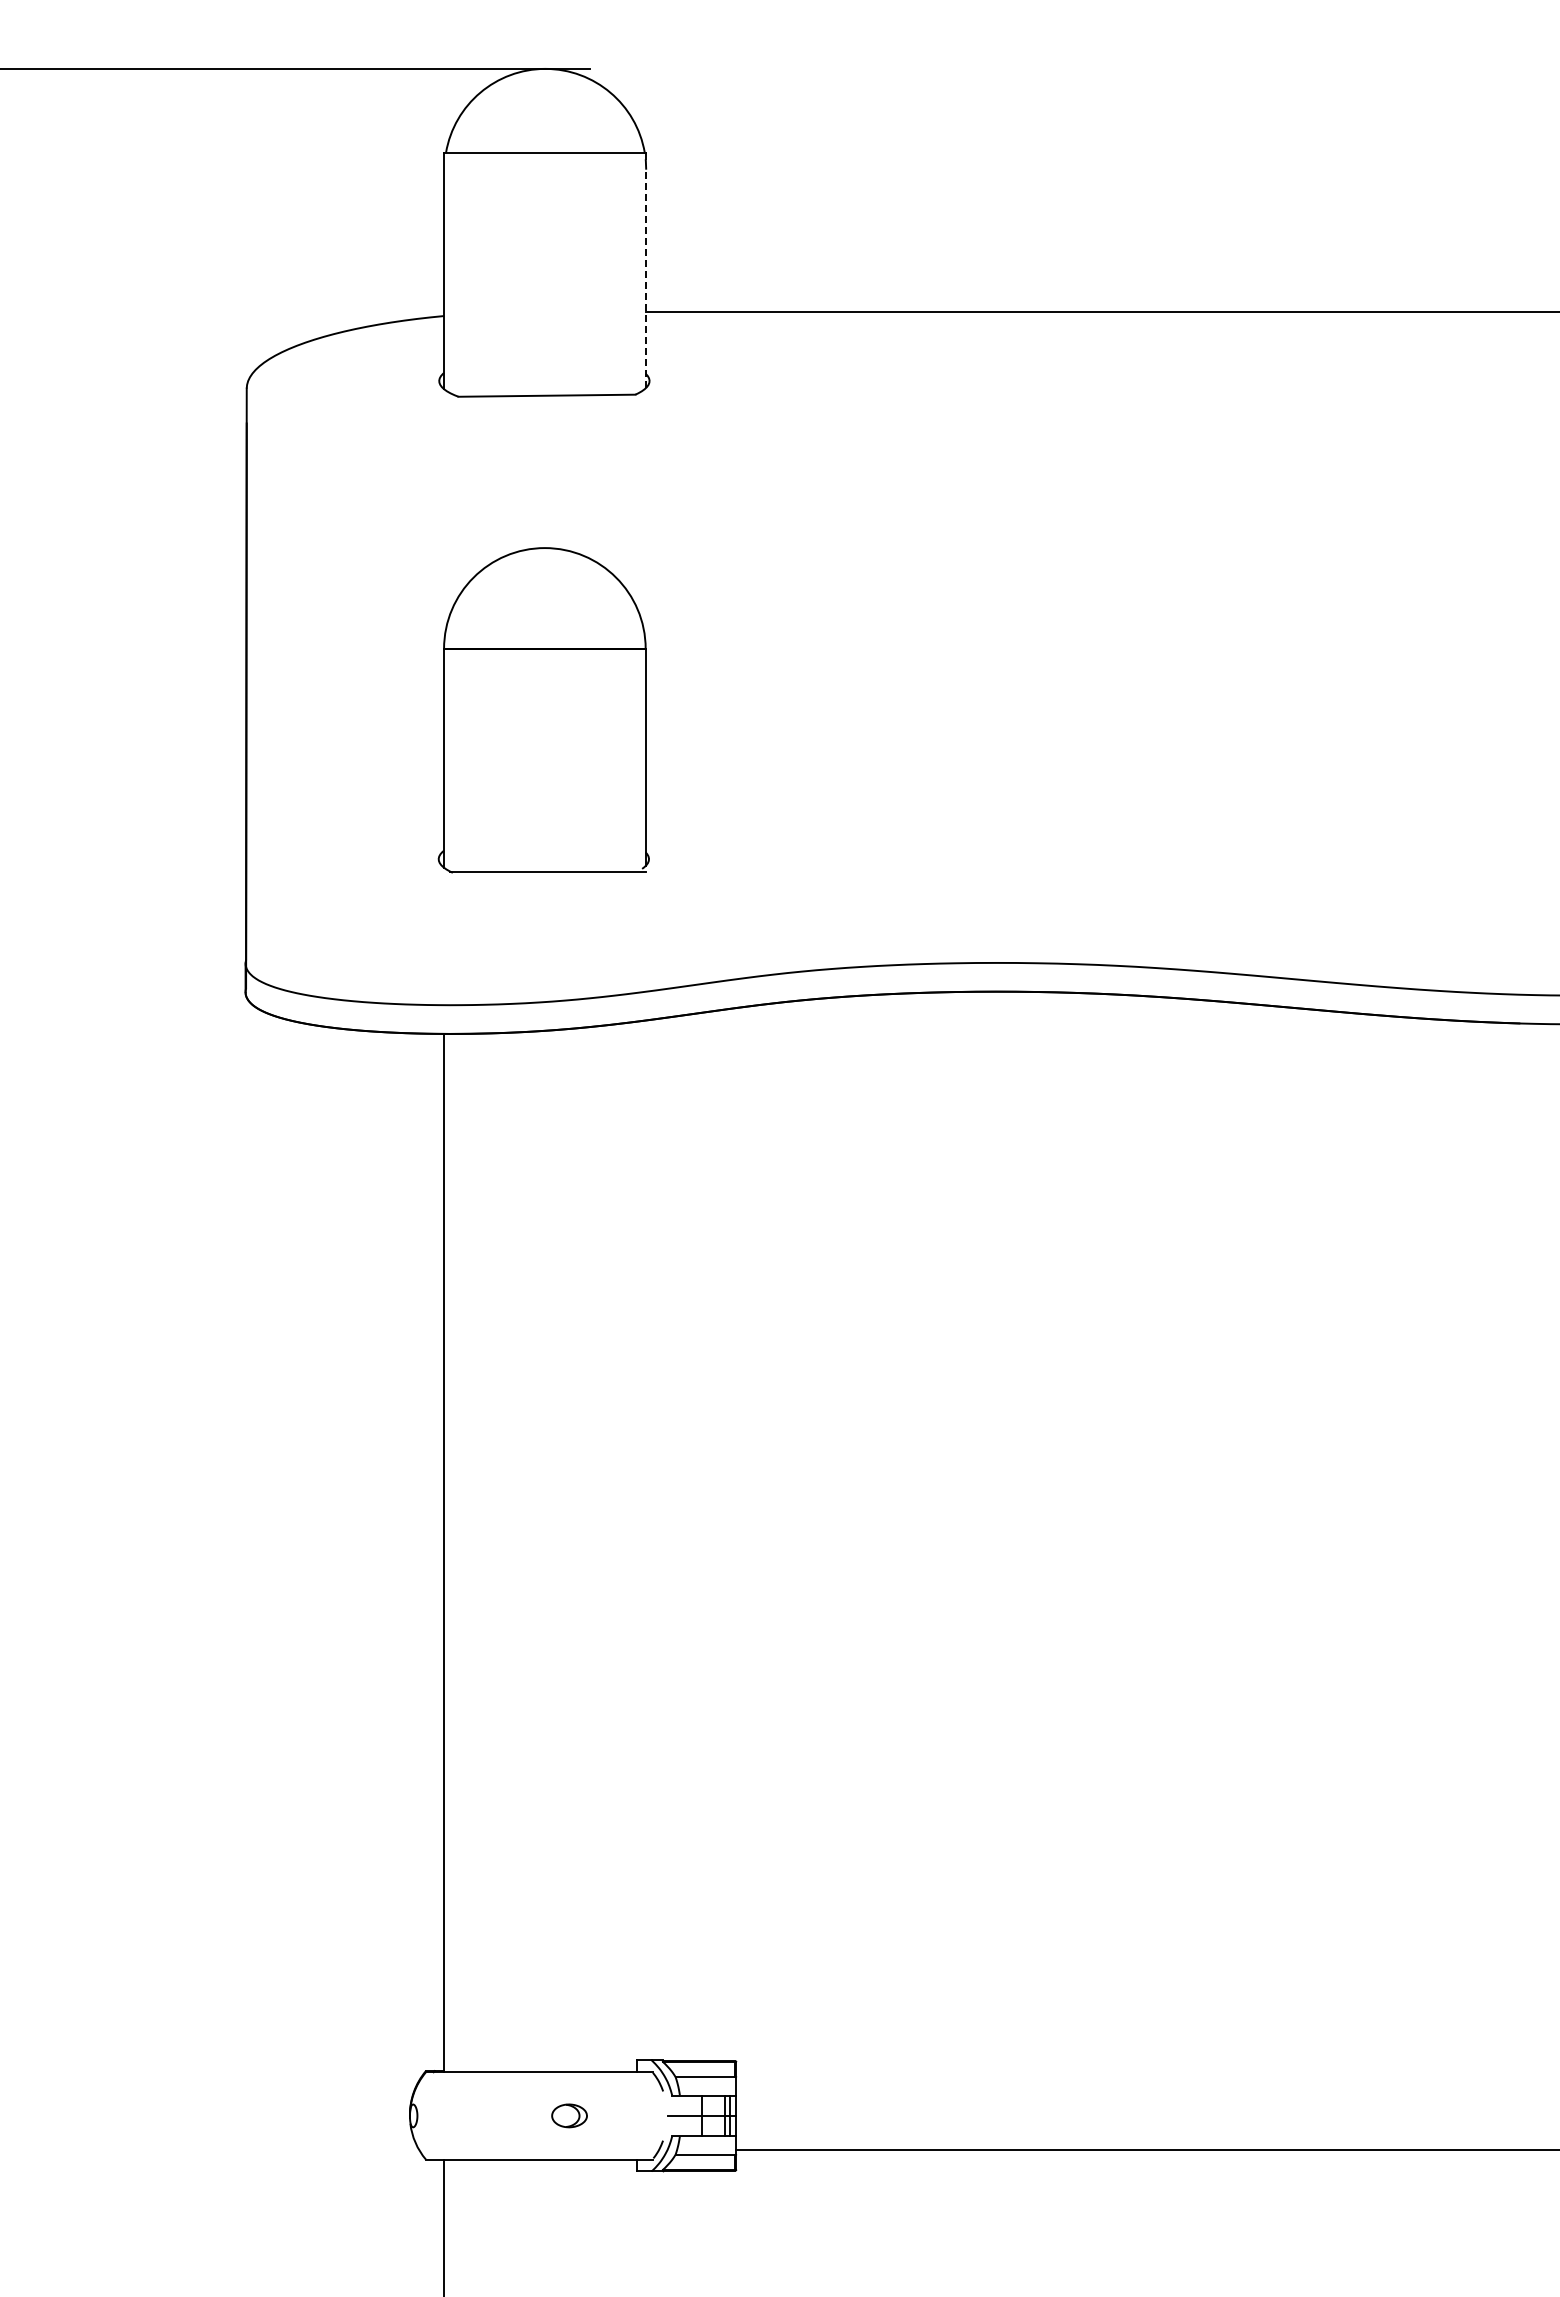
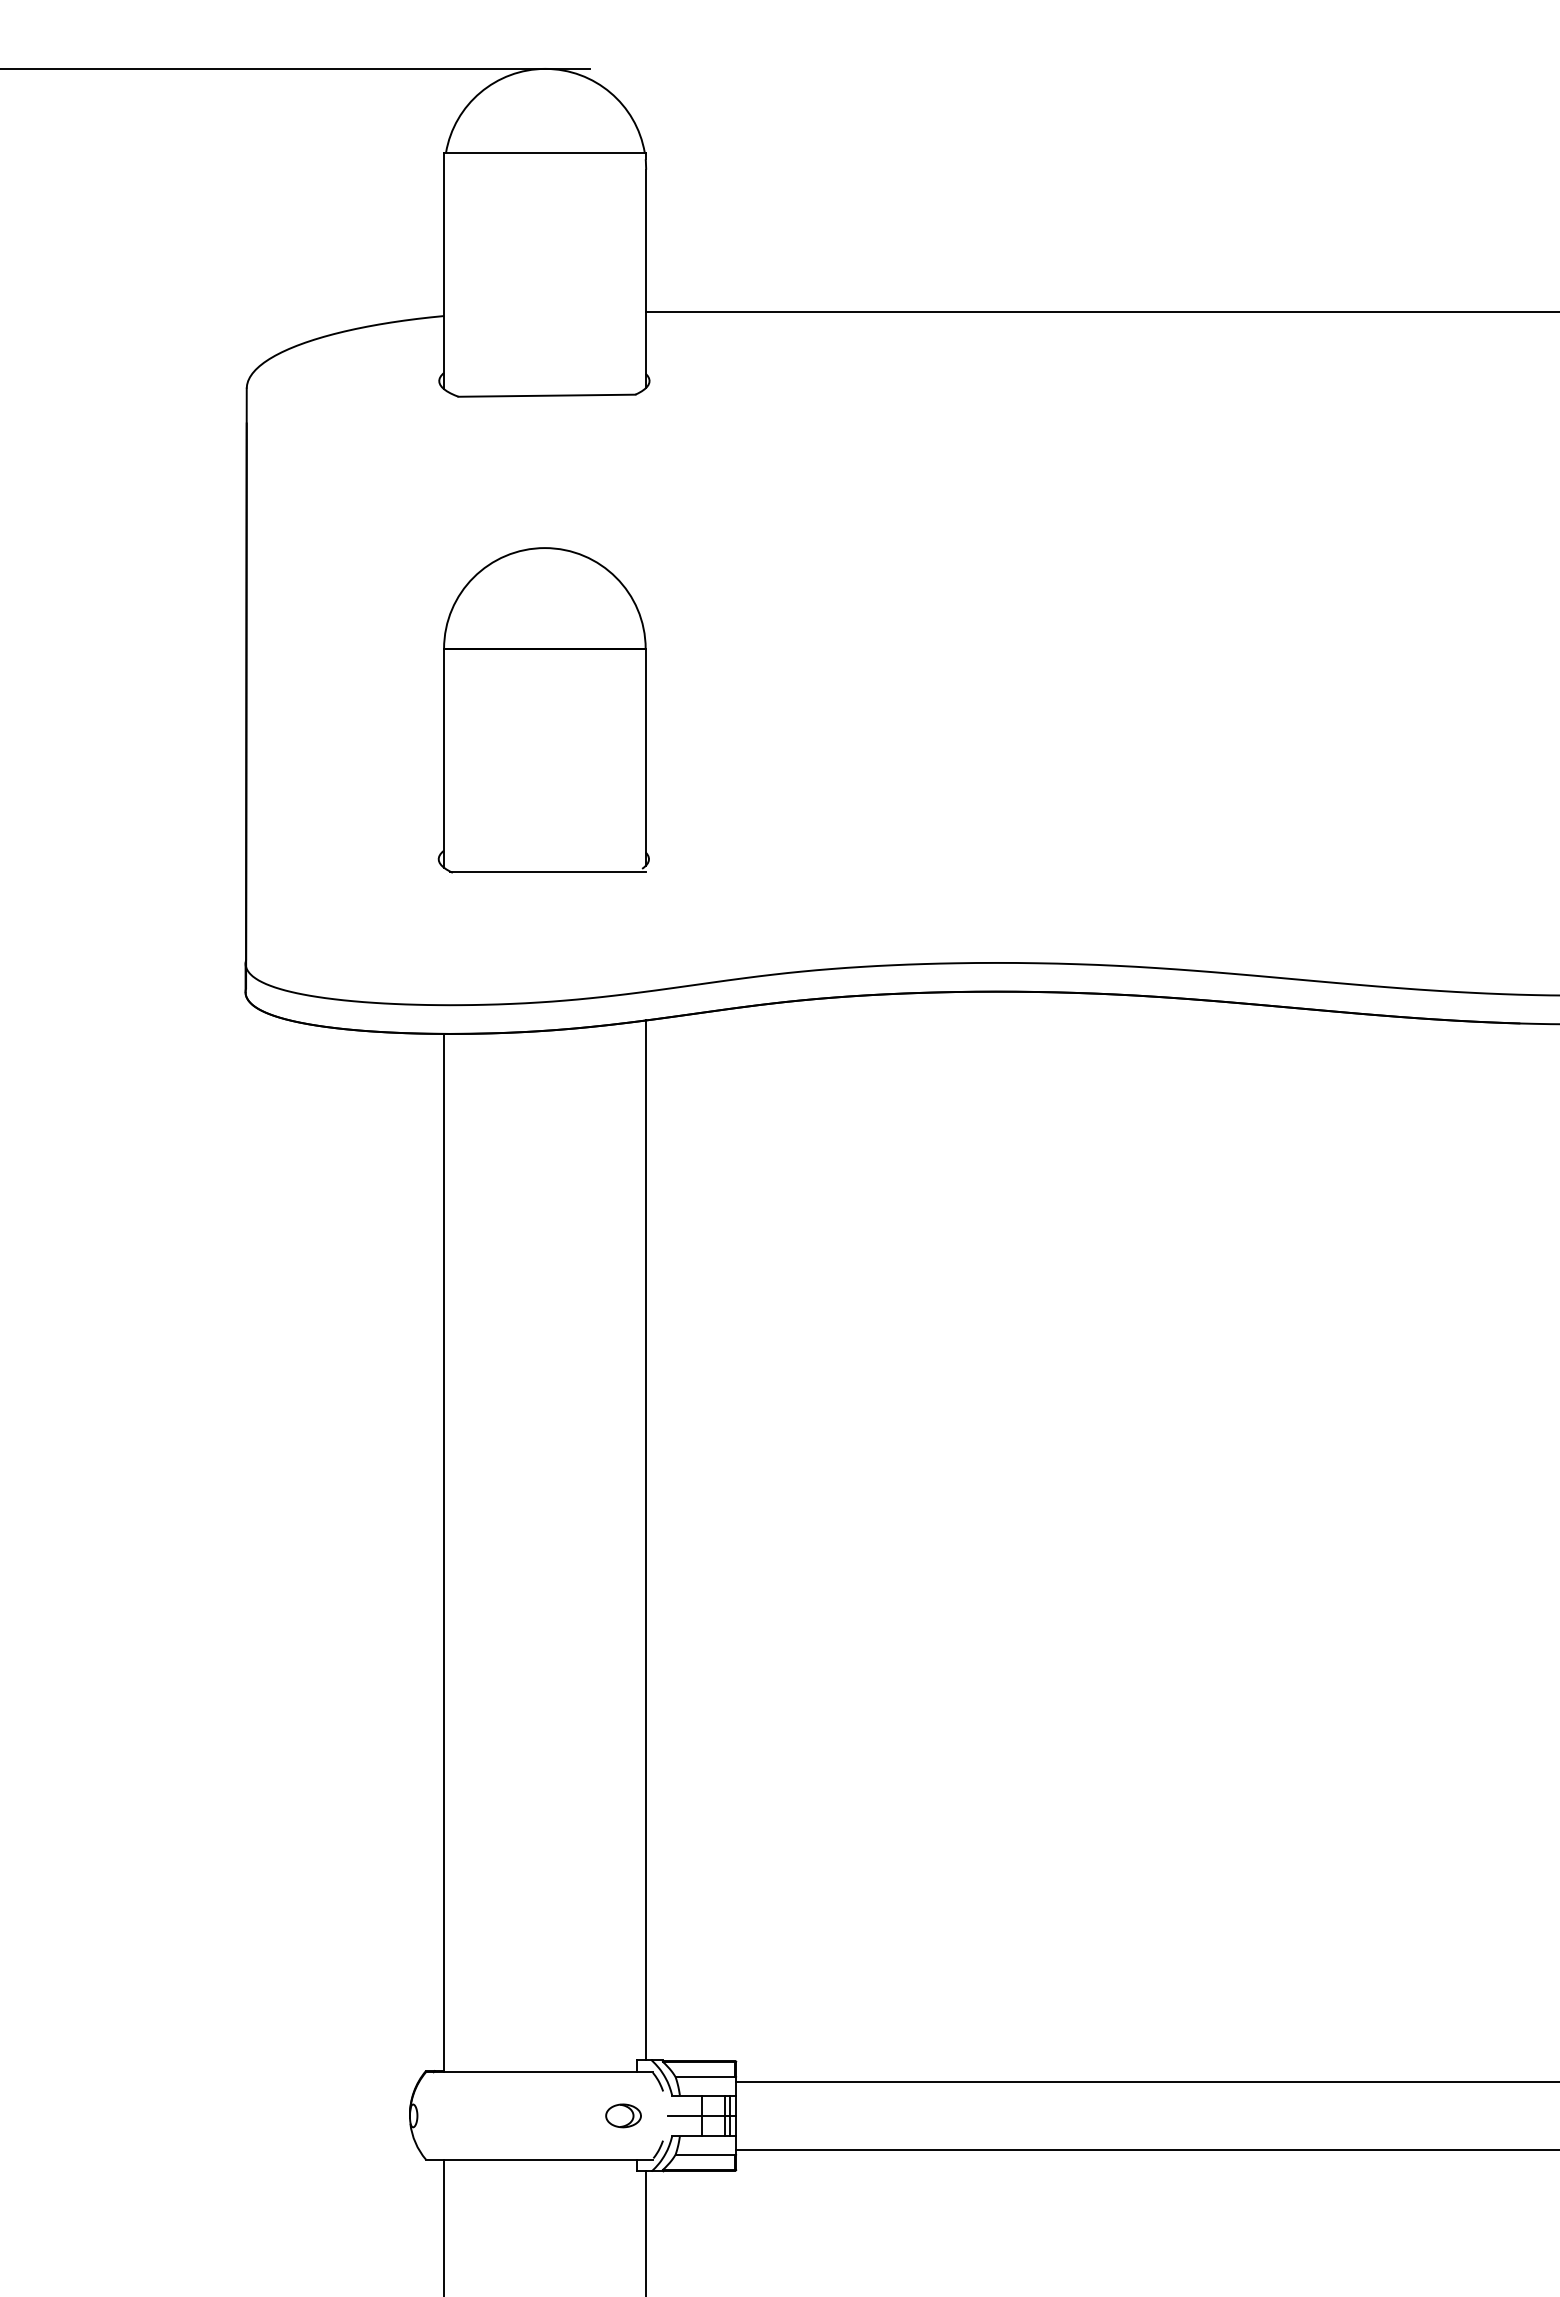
line at (645, 278): dashed -> solid
line at (645, 1540): none -> present
line at (1146, 2082): none -> present
part at (569, 2115) position: (569, 2115) -> (623, 2115)
line at (645, 2232): none -> present
